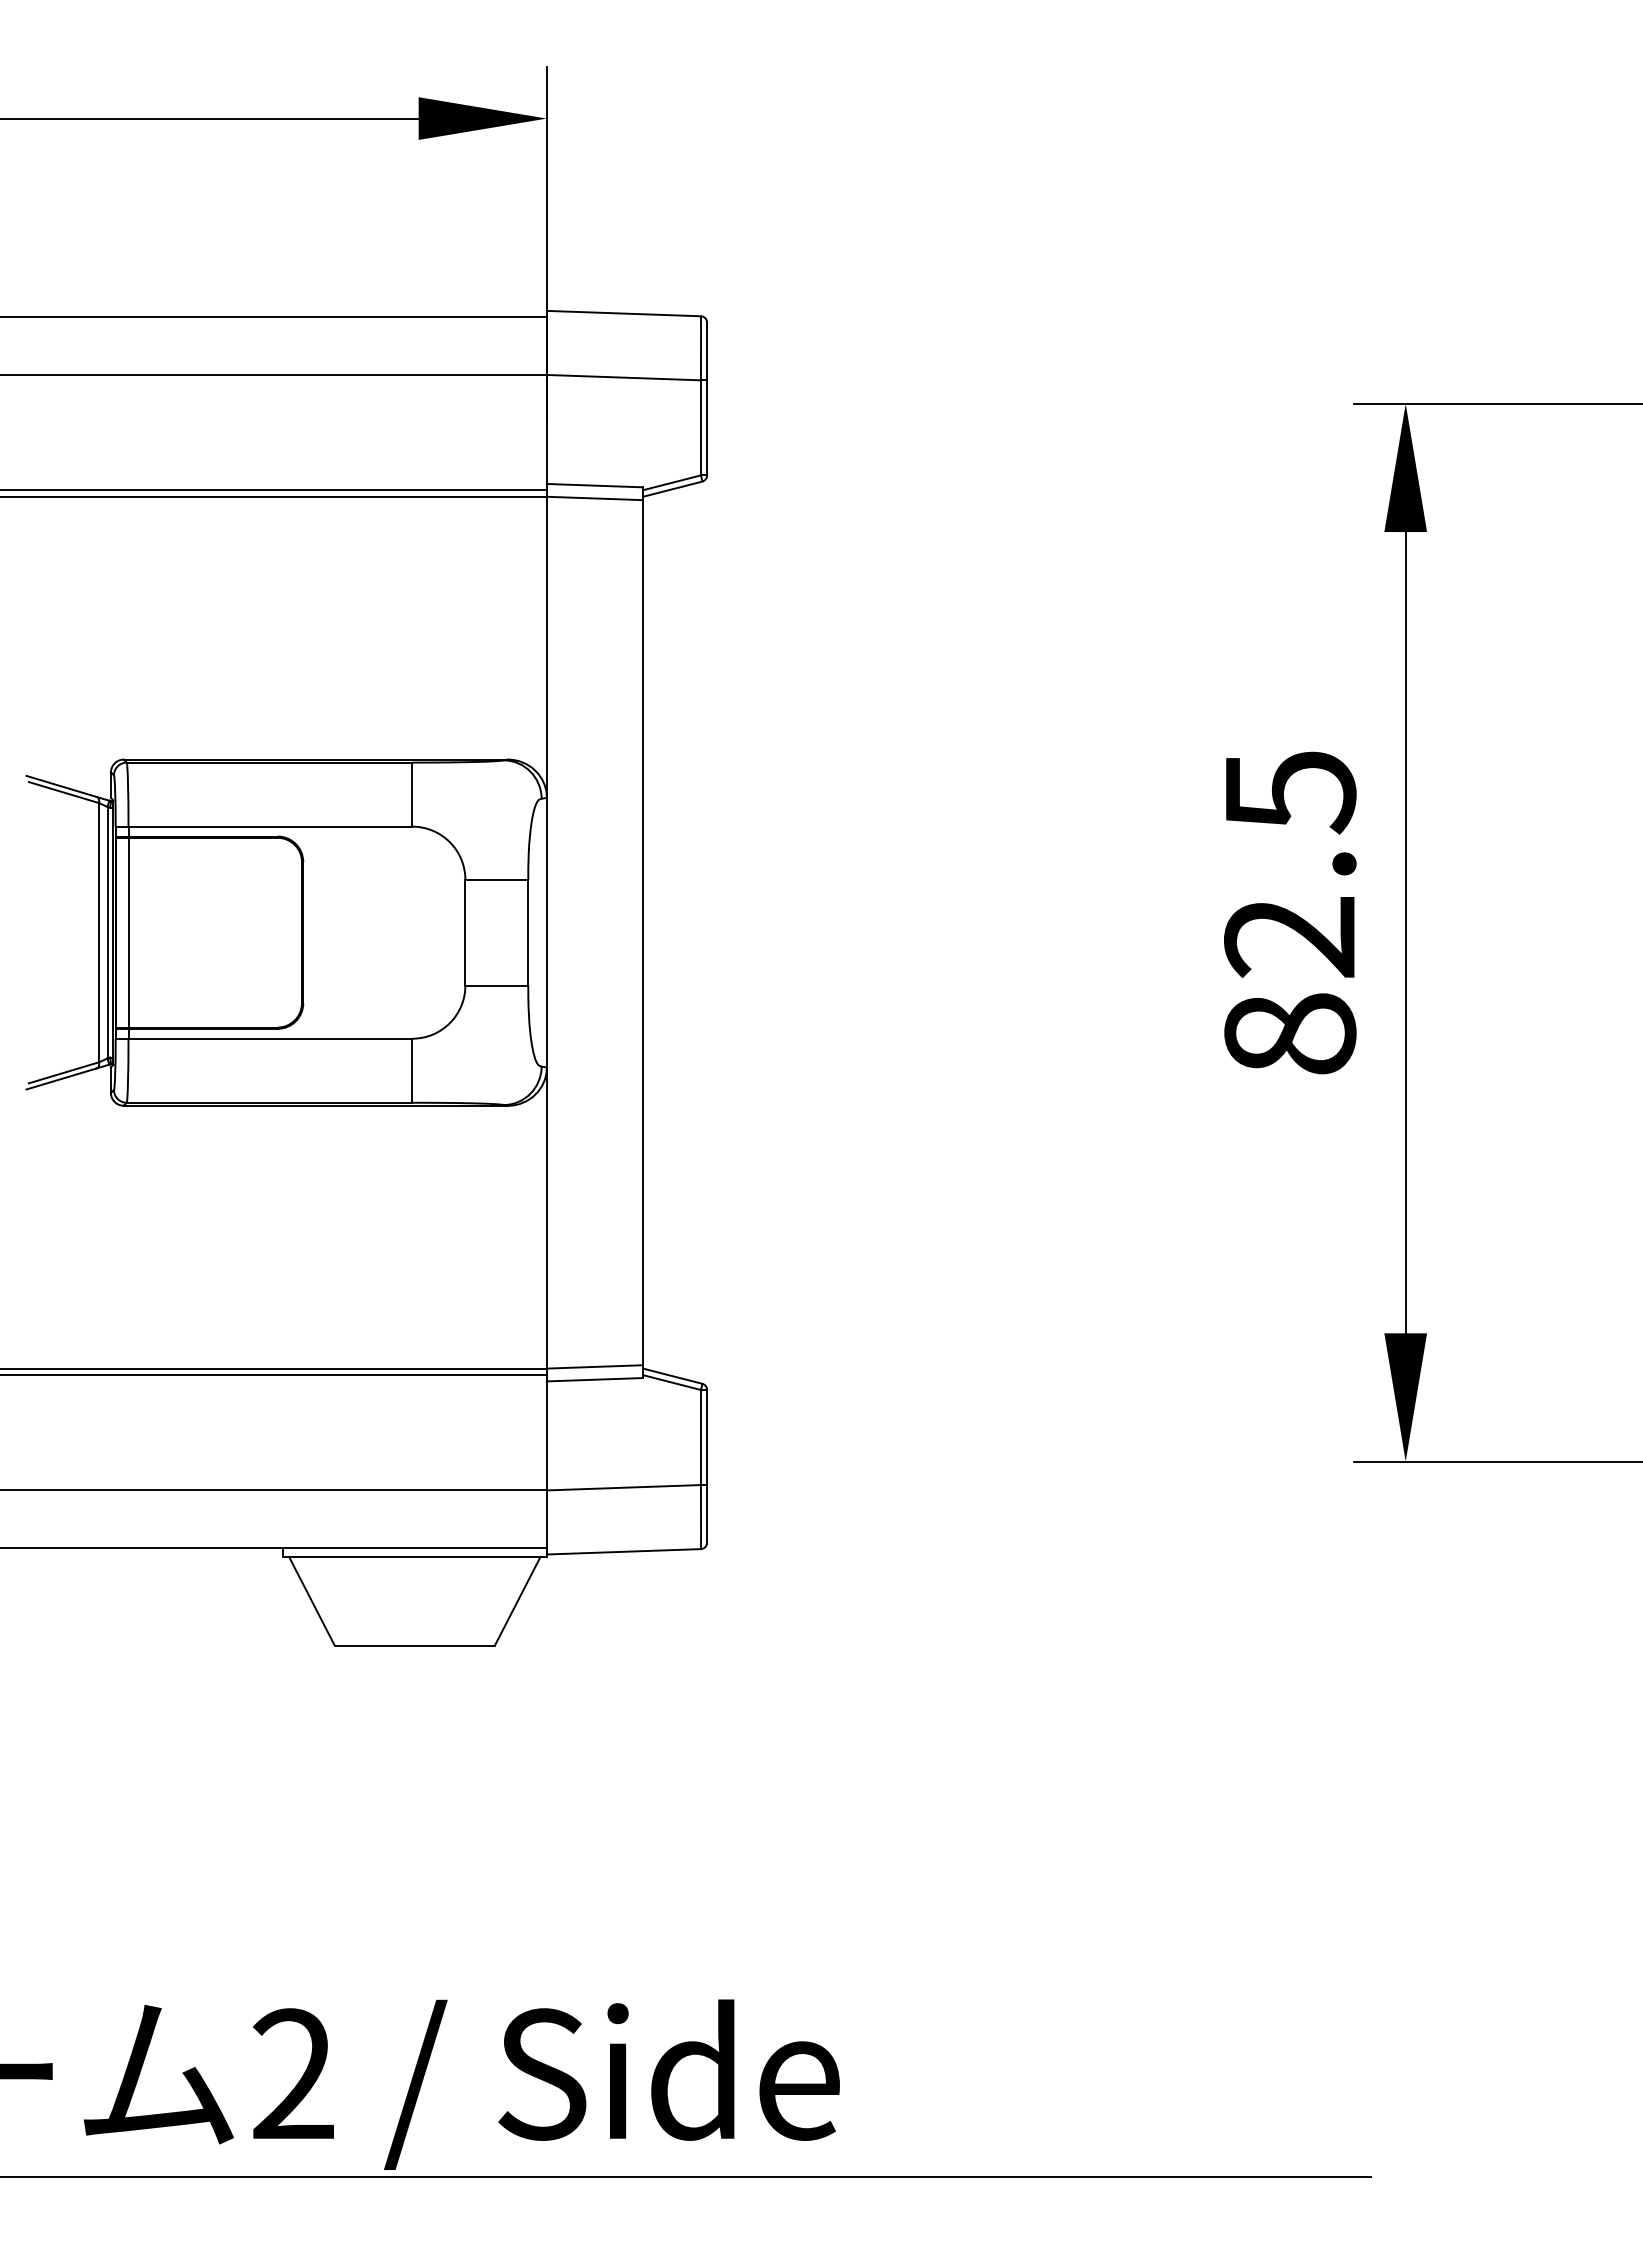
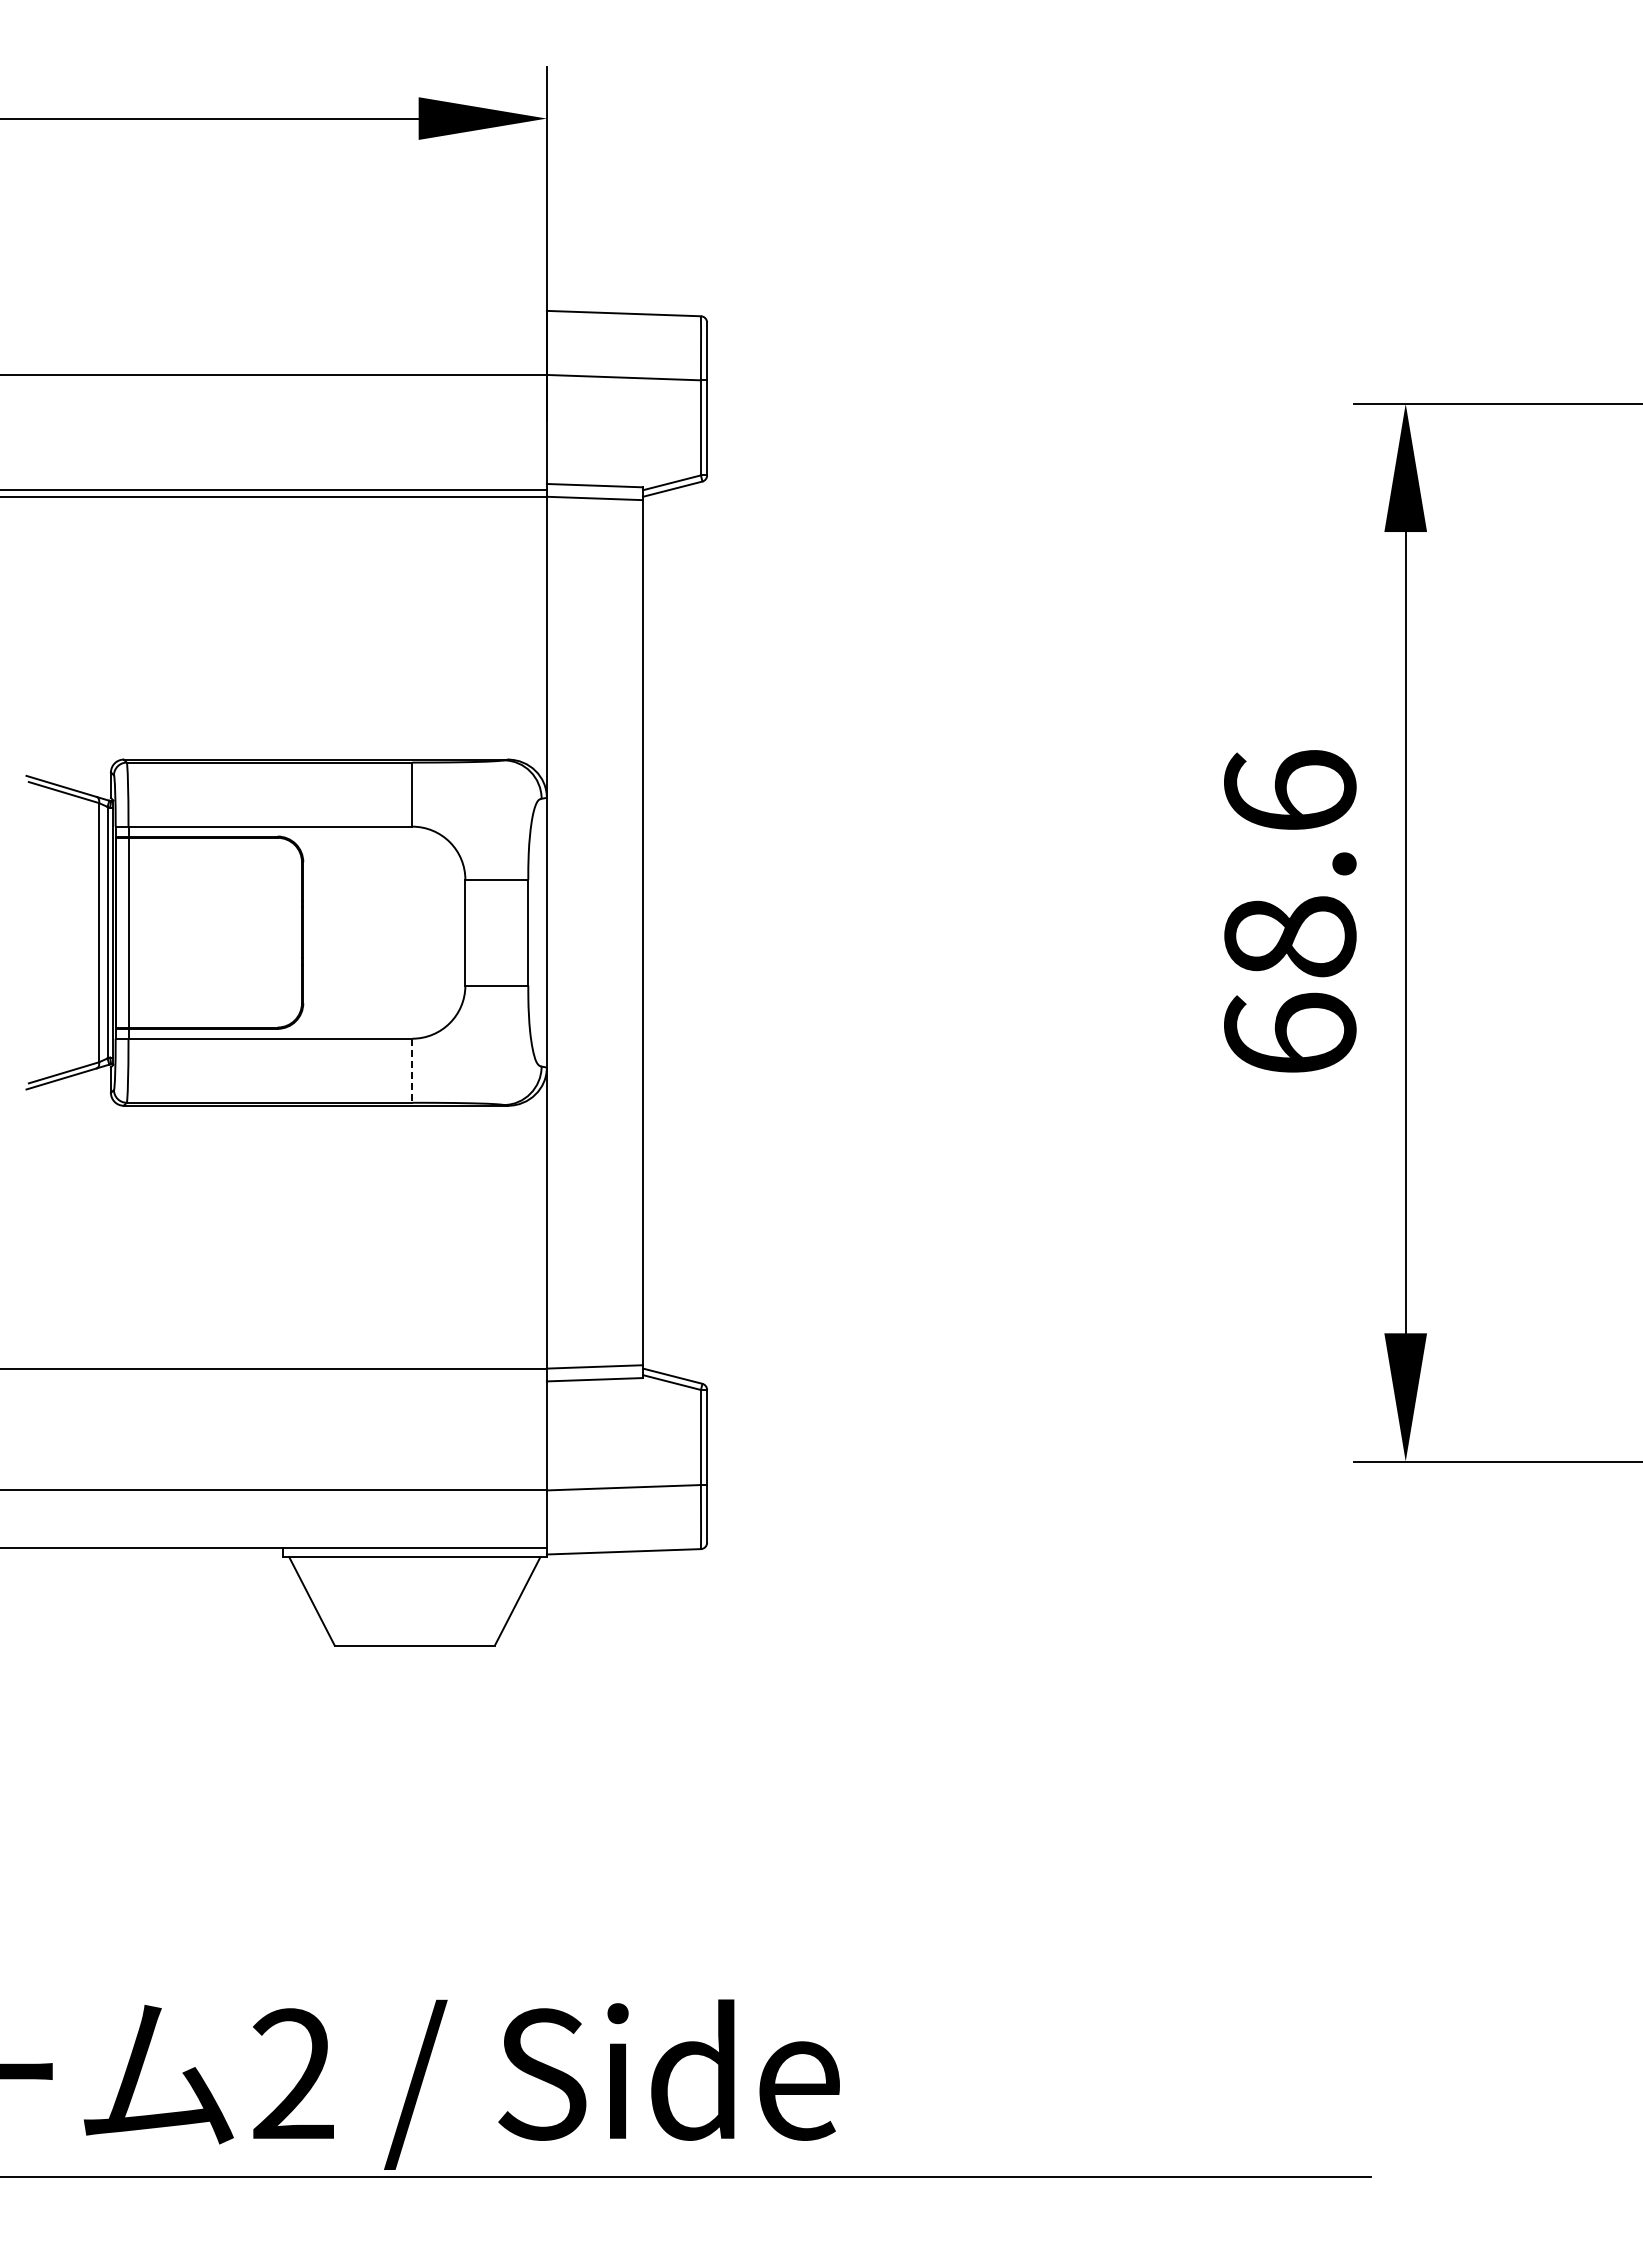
line at (274, 317): present -> none
text at (1290, 912): 82.5 -> 68.6
line at (412, 1071): solid -> dashed
line at (274, 1375): present -> none
